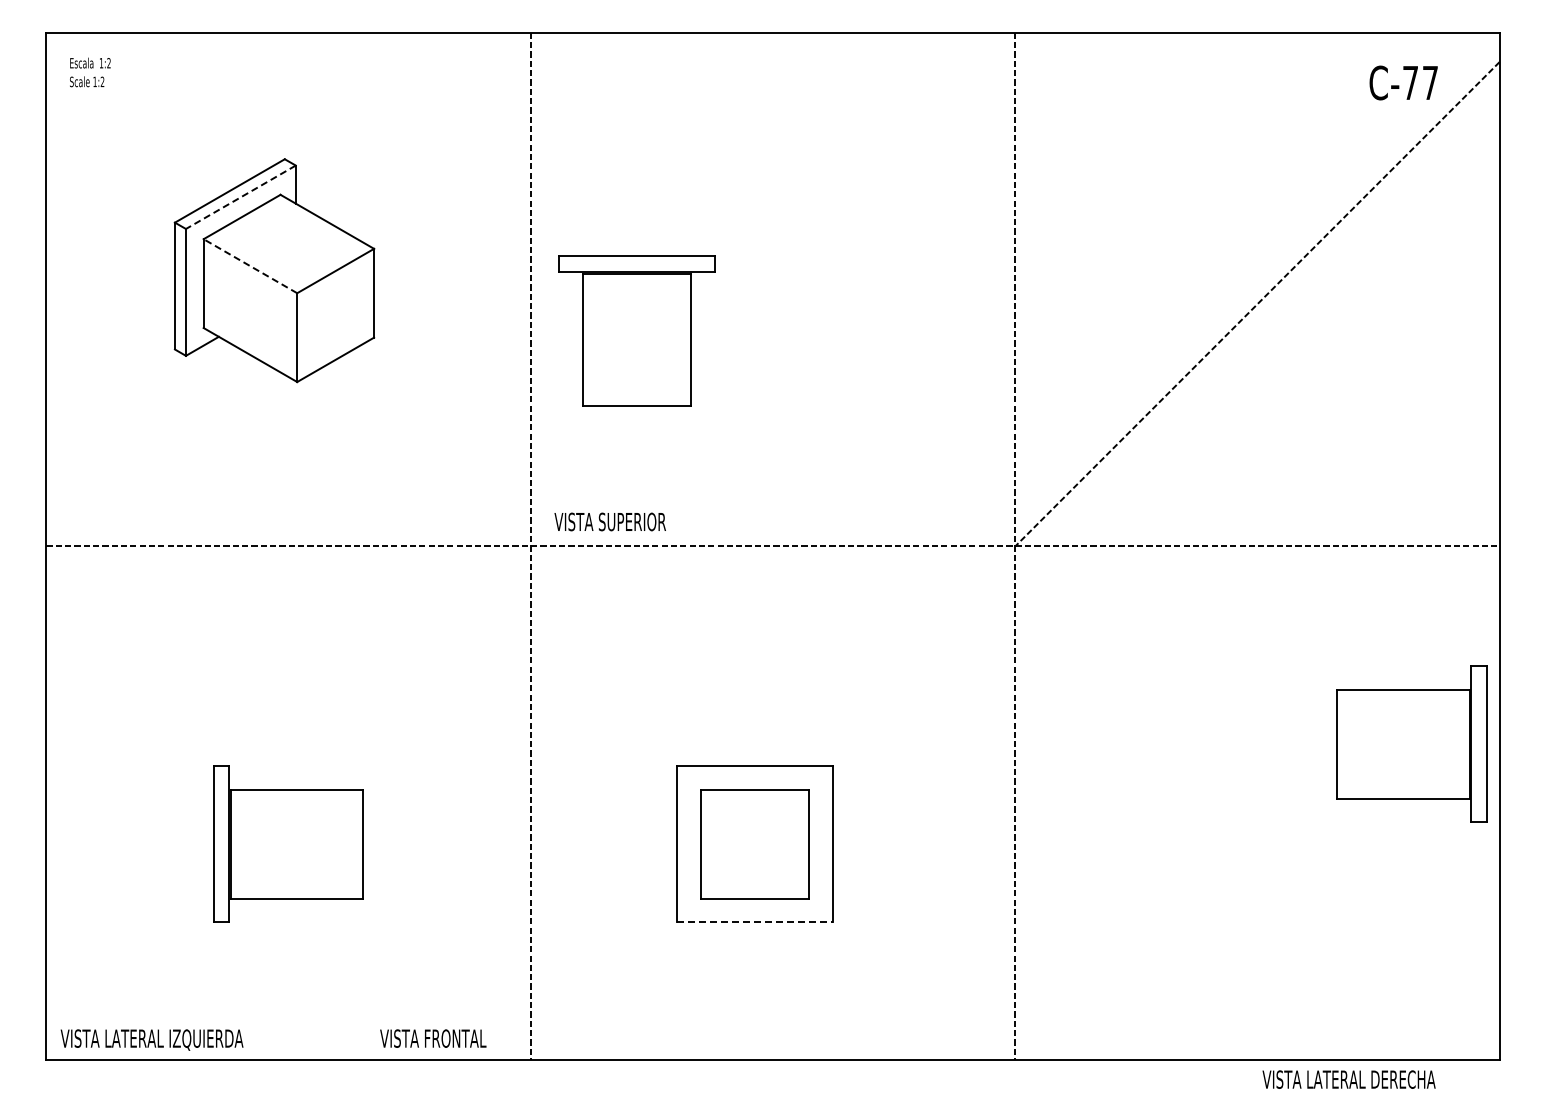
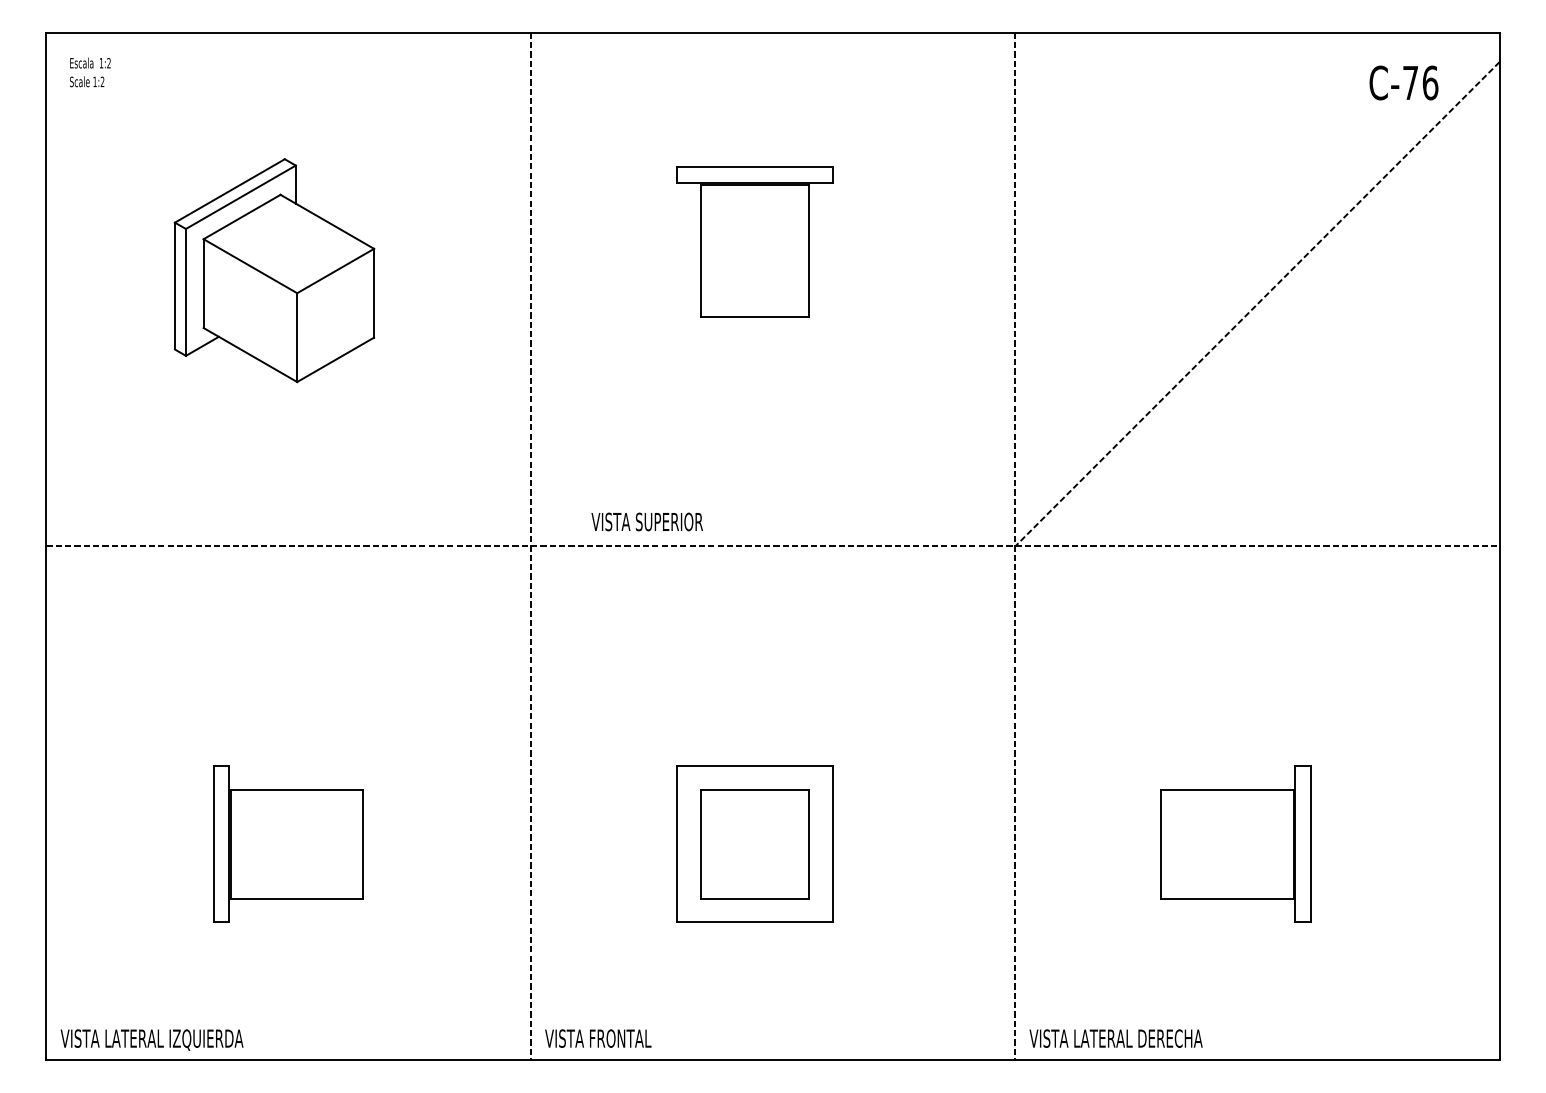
text at (1430, 82): C-77 -> C-76
line at (240, 197): dashed -> solid
line at (250, 265): dashed -> solid
part at (636, 330) position: (636, 330) -> (754, 241)
text at (609, 521) position: (609, 521) -> (646, 521)
part at (1411, 743) position: (1411, 743) -> (1235, 843)
line at (754, 921): dashed -> solid
text at (433, 1038) position: (433, 1038) -> (598, 1038)
text at (1348, 1079) position: (1348, 1079) -> (1115, 1038)
